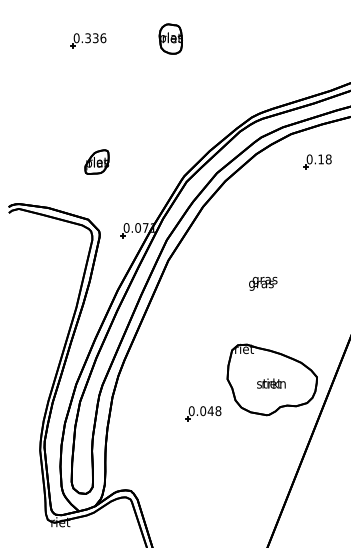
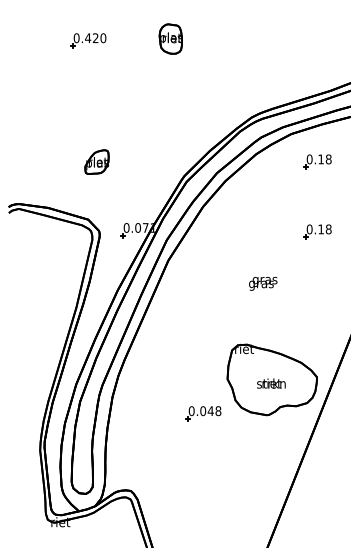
text at (95, 38): 0.336 -> 0.420
part at (317, 231): none -> present
